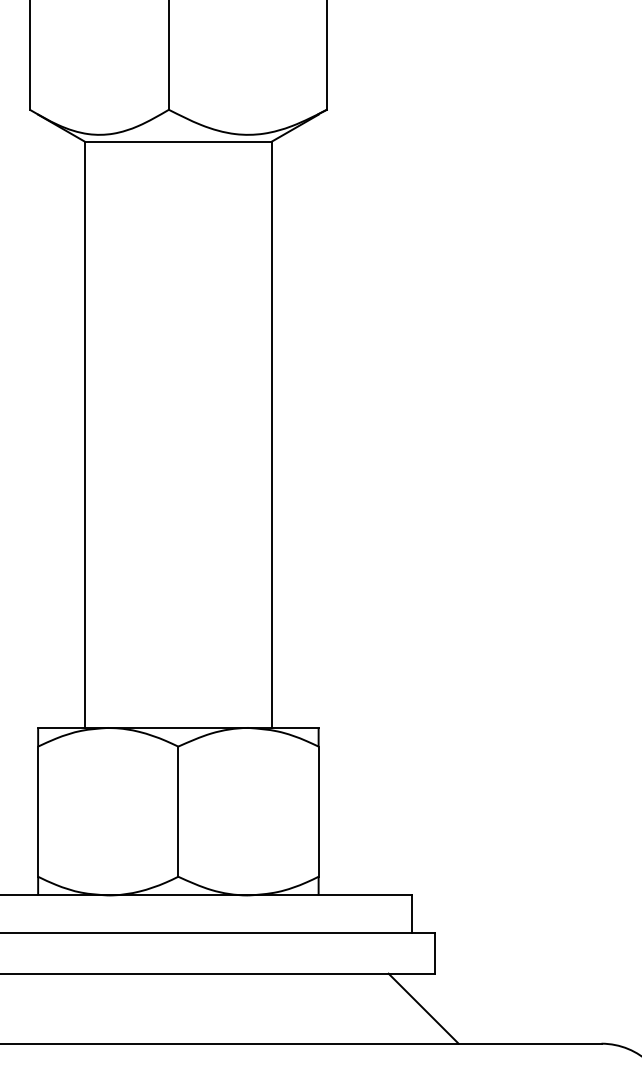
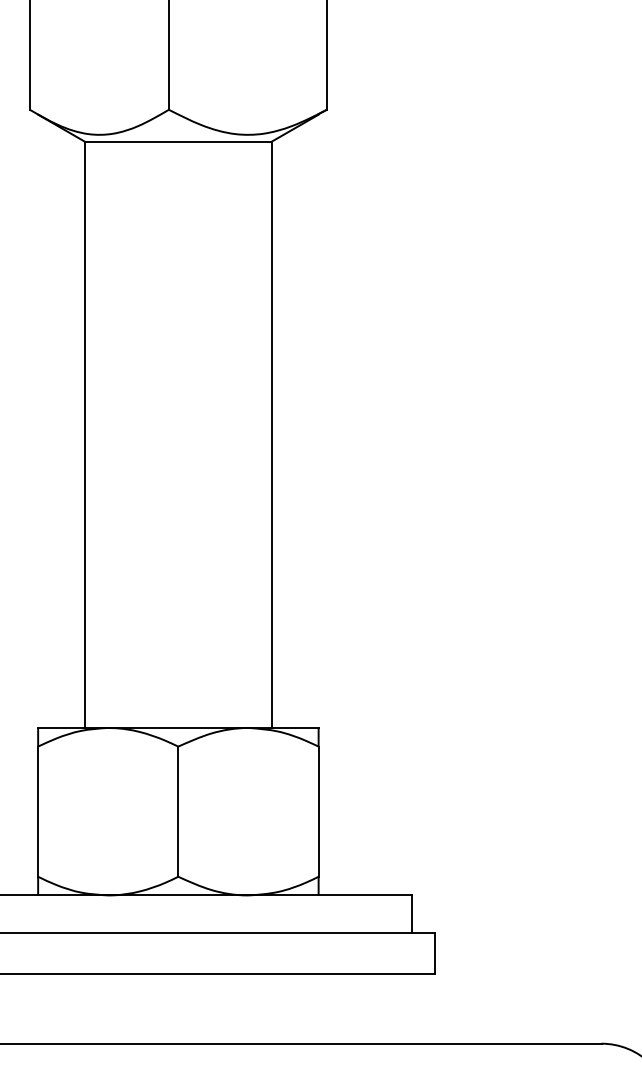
line at (423, 1008): present -> none
